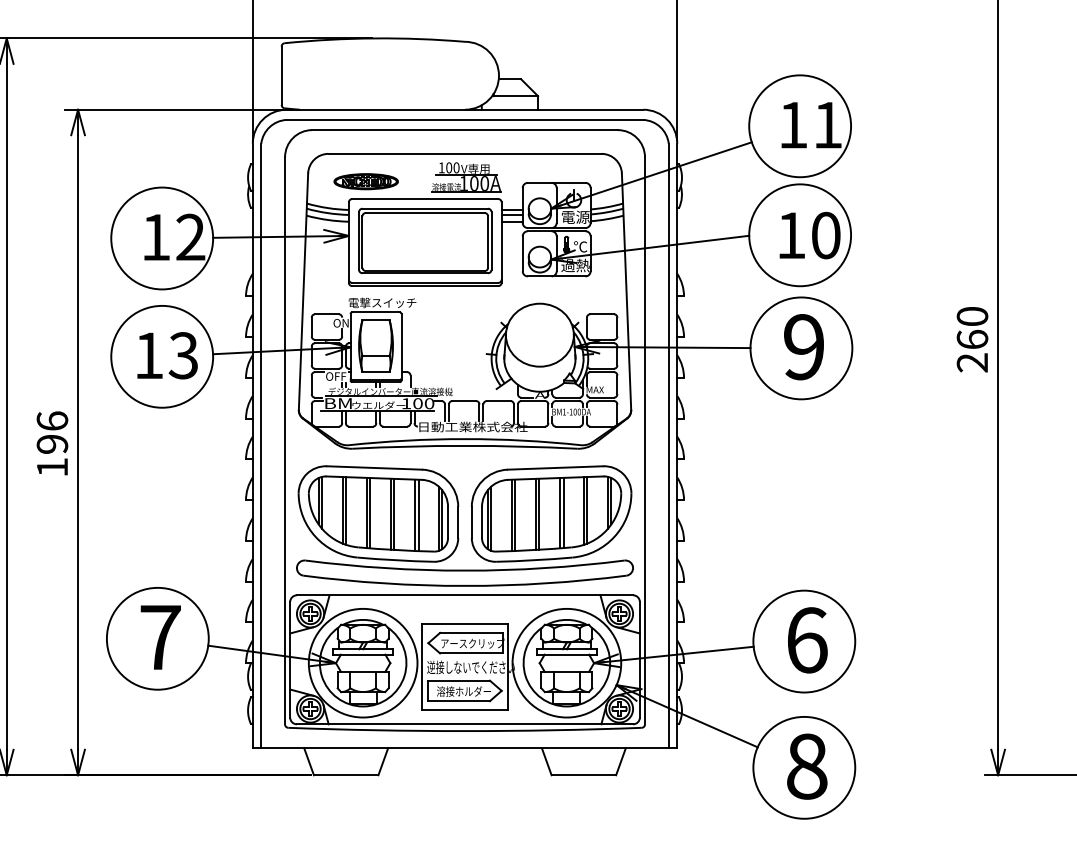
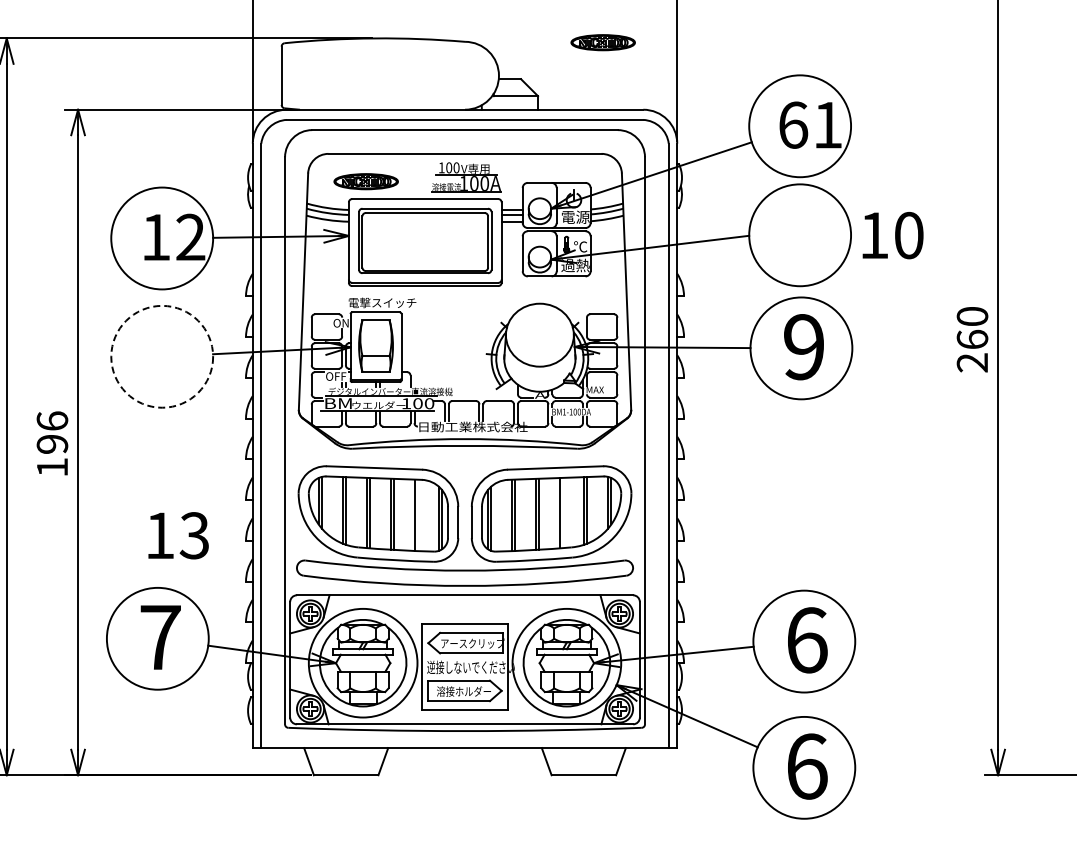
part at (602, 42): none -> present
text at (793, 124): 11 -> 61
text at (809, 235) position: (809, 235) -> (892, 235)
text at (167, 355) position: (167, 355) -> (178, 535)
circle at (162, 356): solid -> dashed
line at (563, 512): present -> none
line at (418, 515): present -> none
text at (807, 766): 8 -> 6
